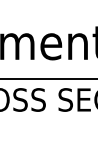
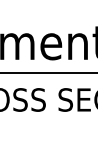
line at (48, 78) position: (48, 78) -> (48, 72)
